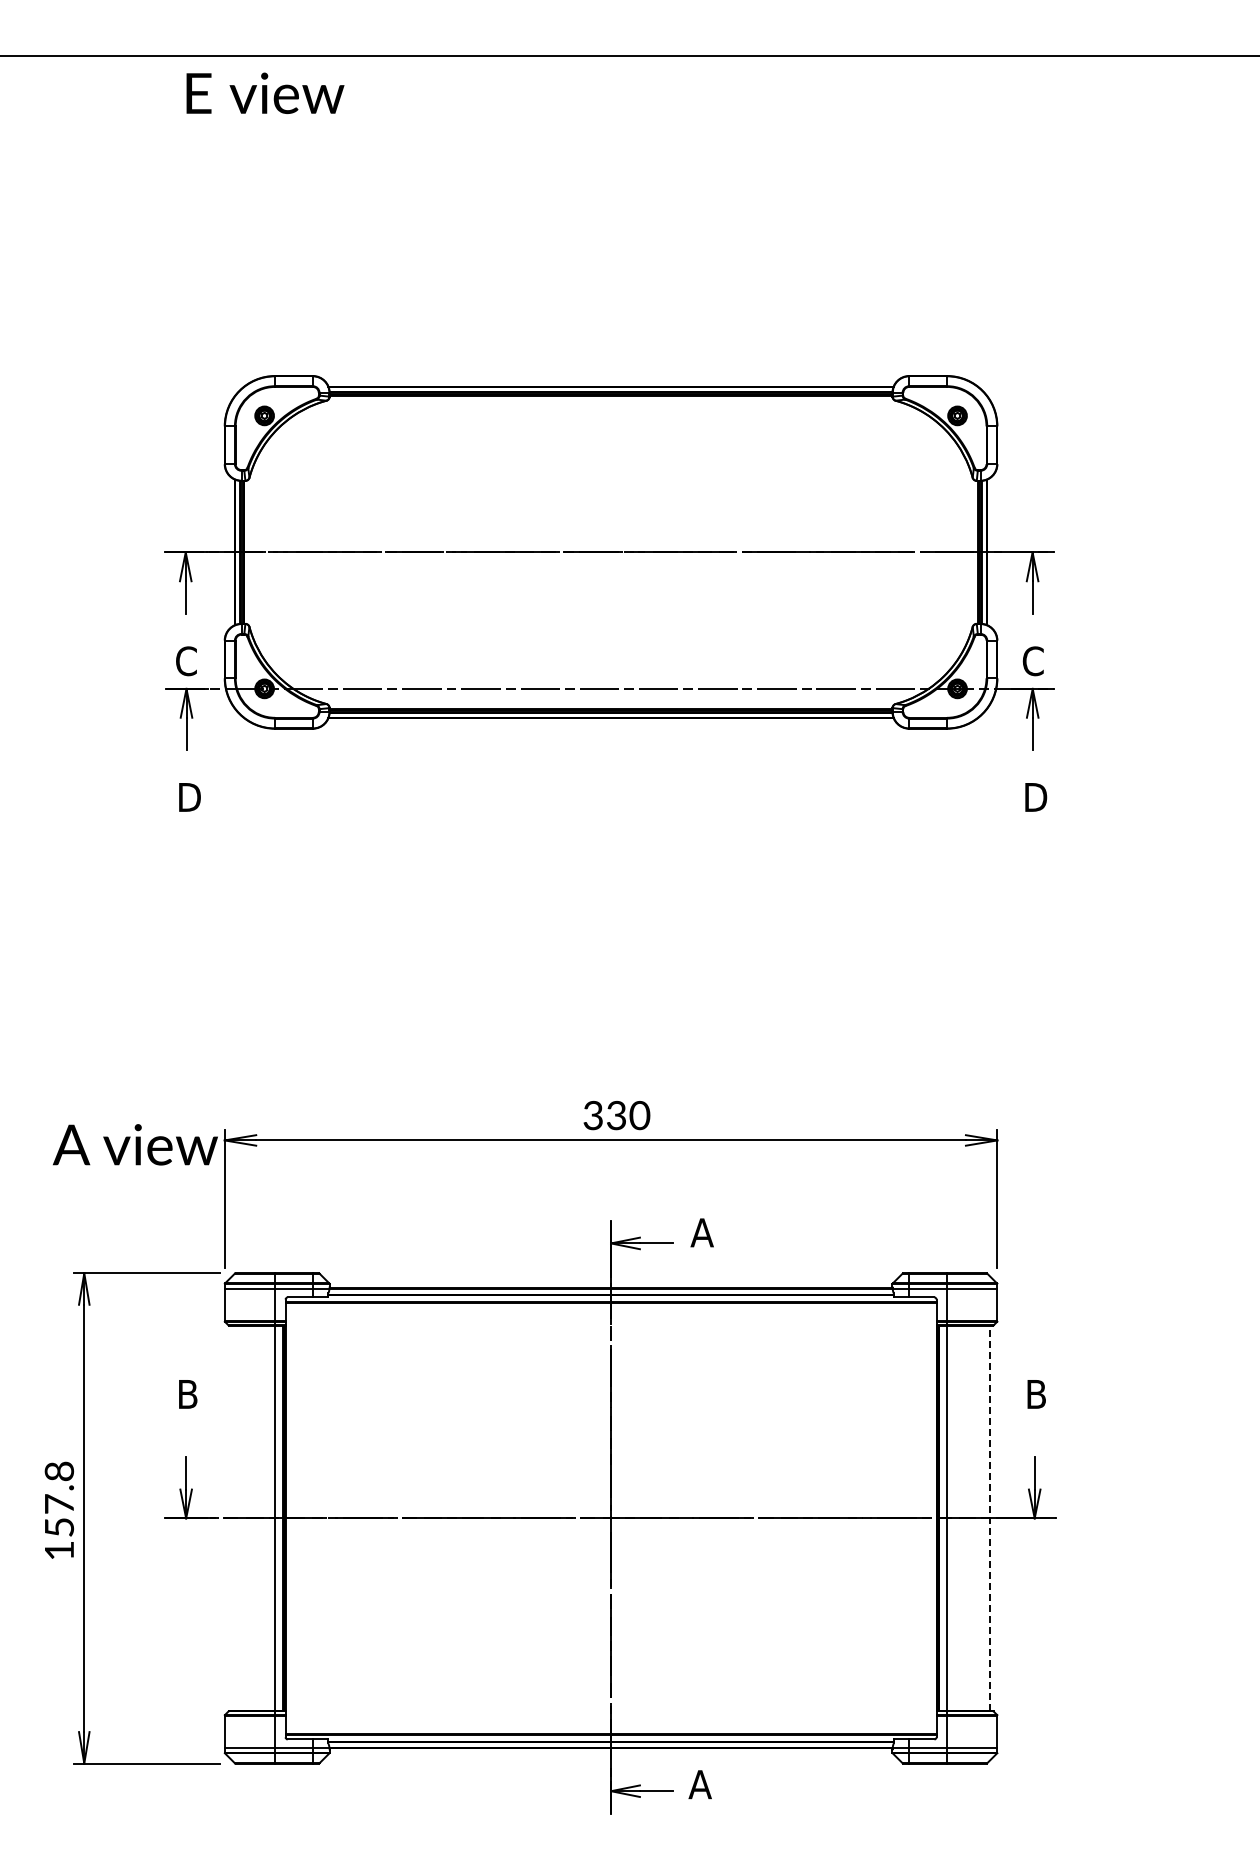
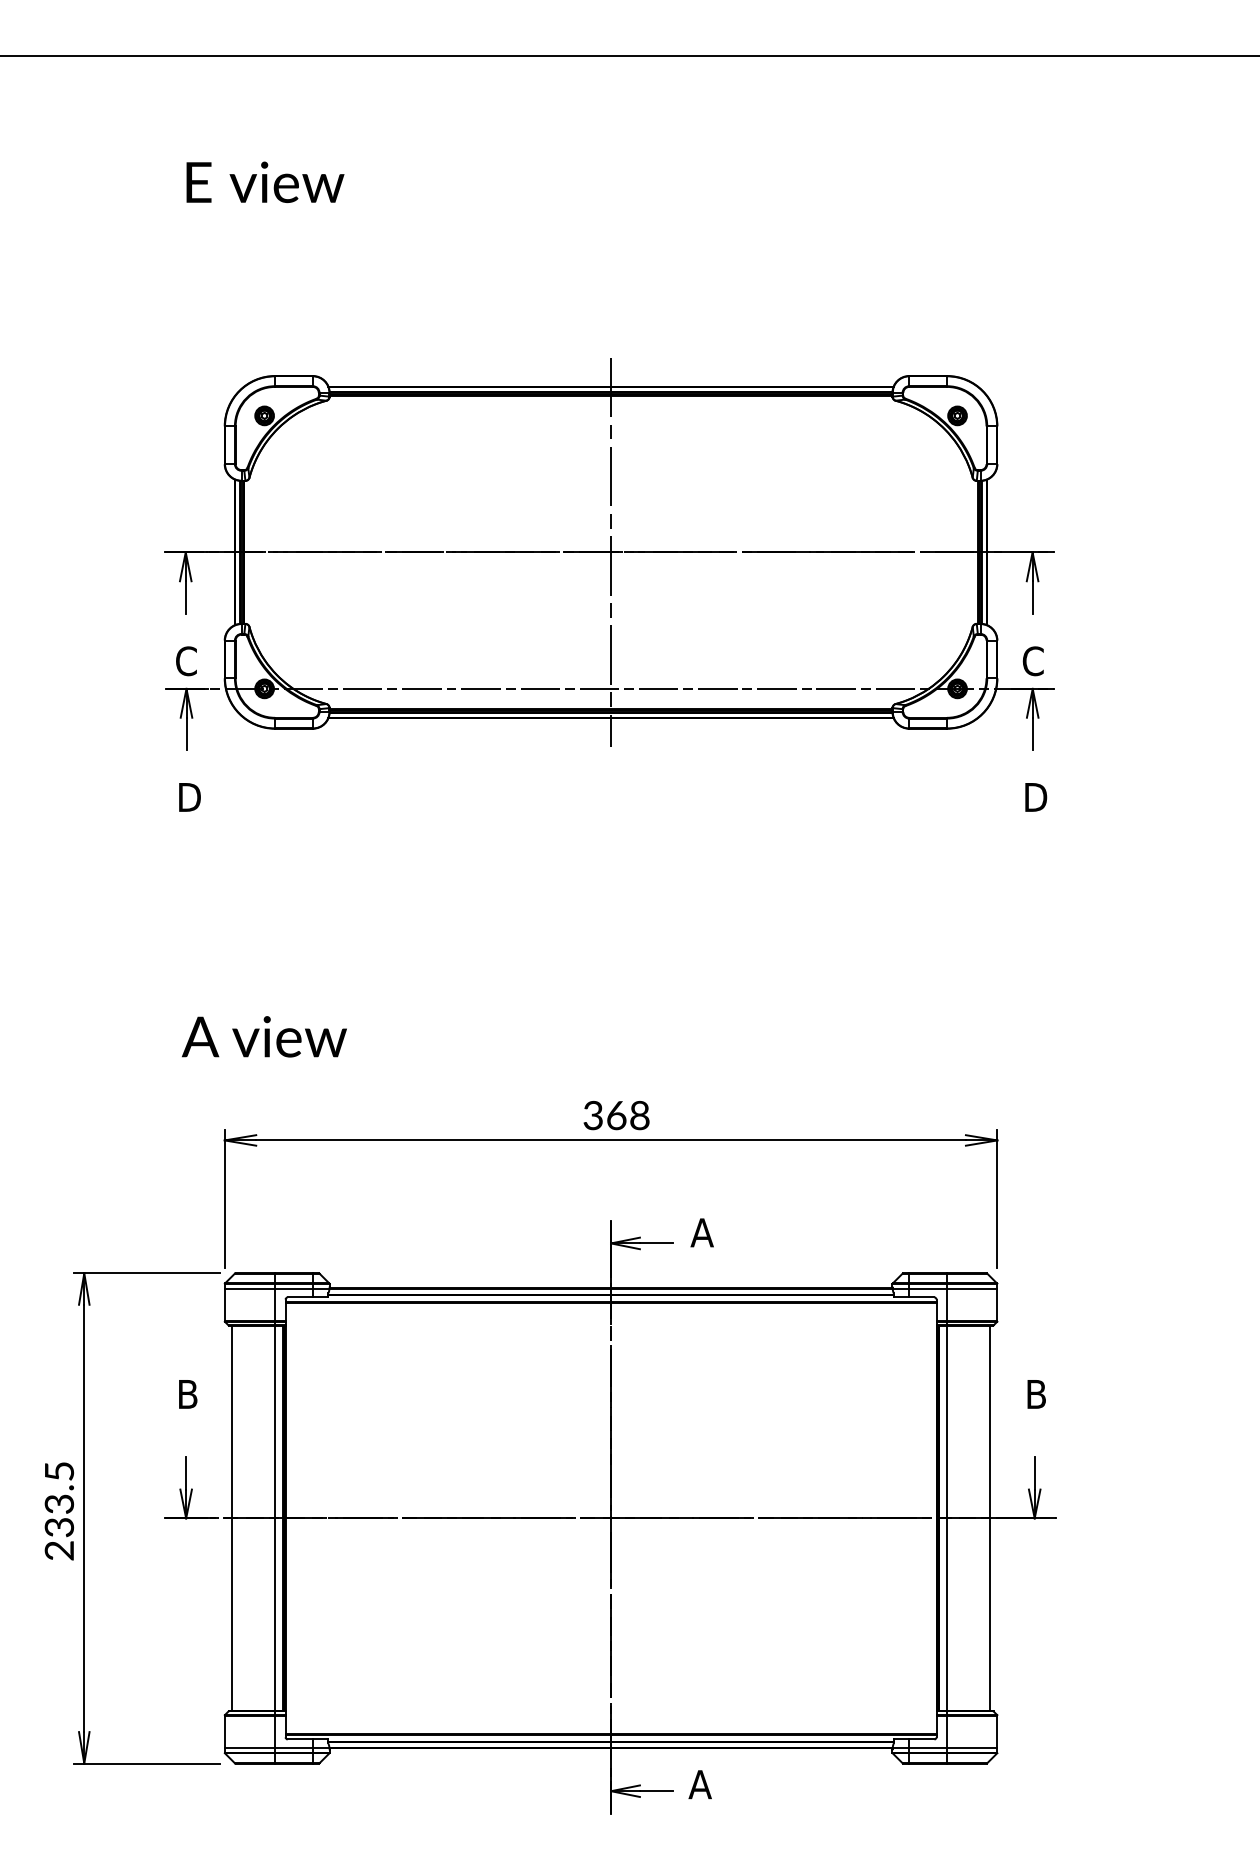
text at (265, 92) position: (265, 92) -> (265, 181)
line at (611, 552): none -> present
text at (628, 1114): 330 -> 368
text at (135, 1144) position: (135, 1144) -> (264, 1036)
text at (59, 1510): 157.8 -> 233.5
line at (232, 1518): none -> present
line at (990, 1518): dashed -> solid
